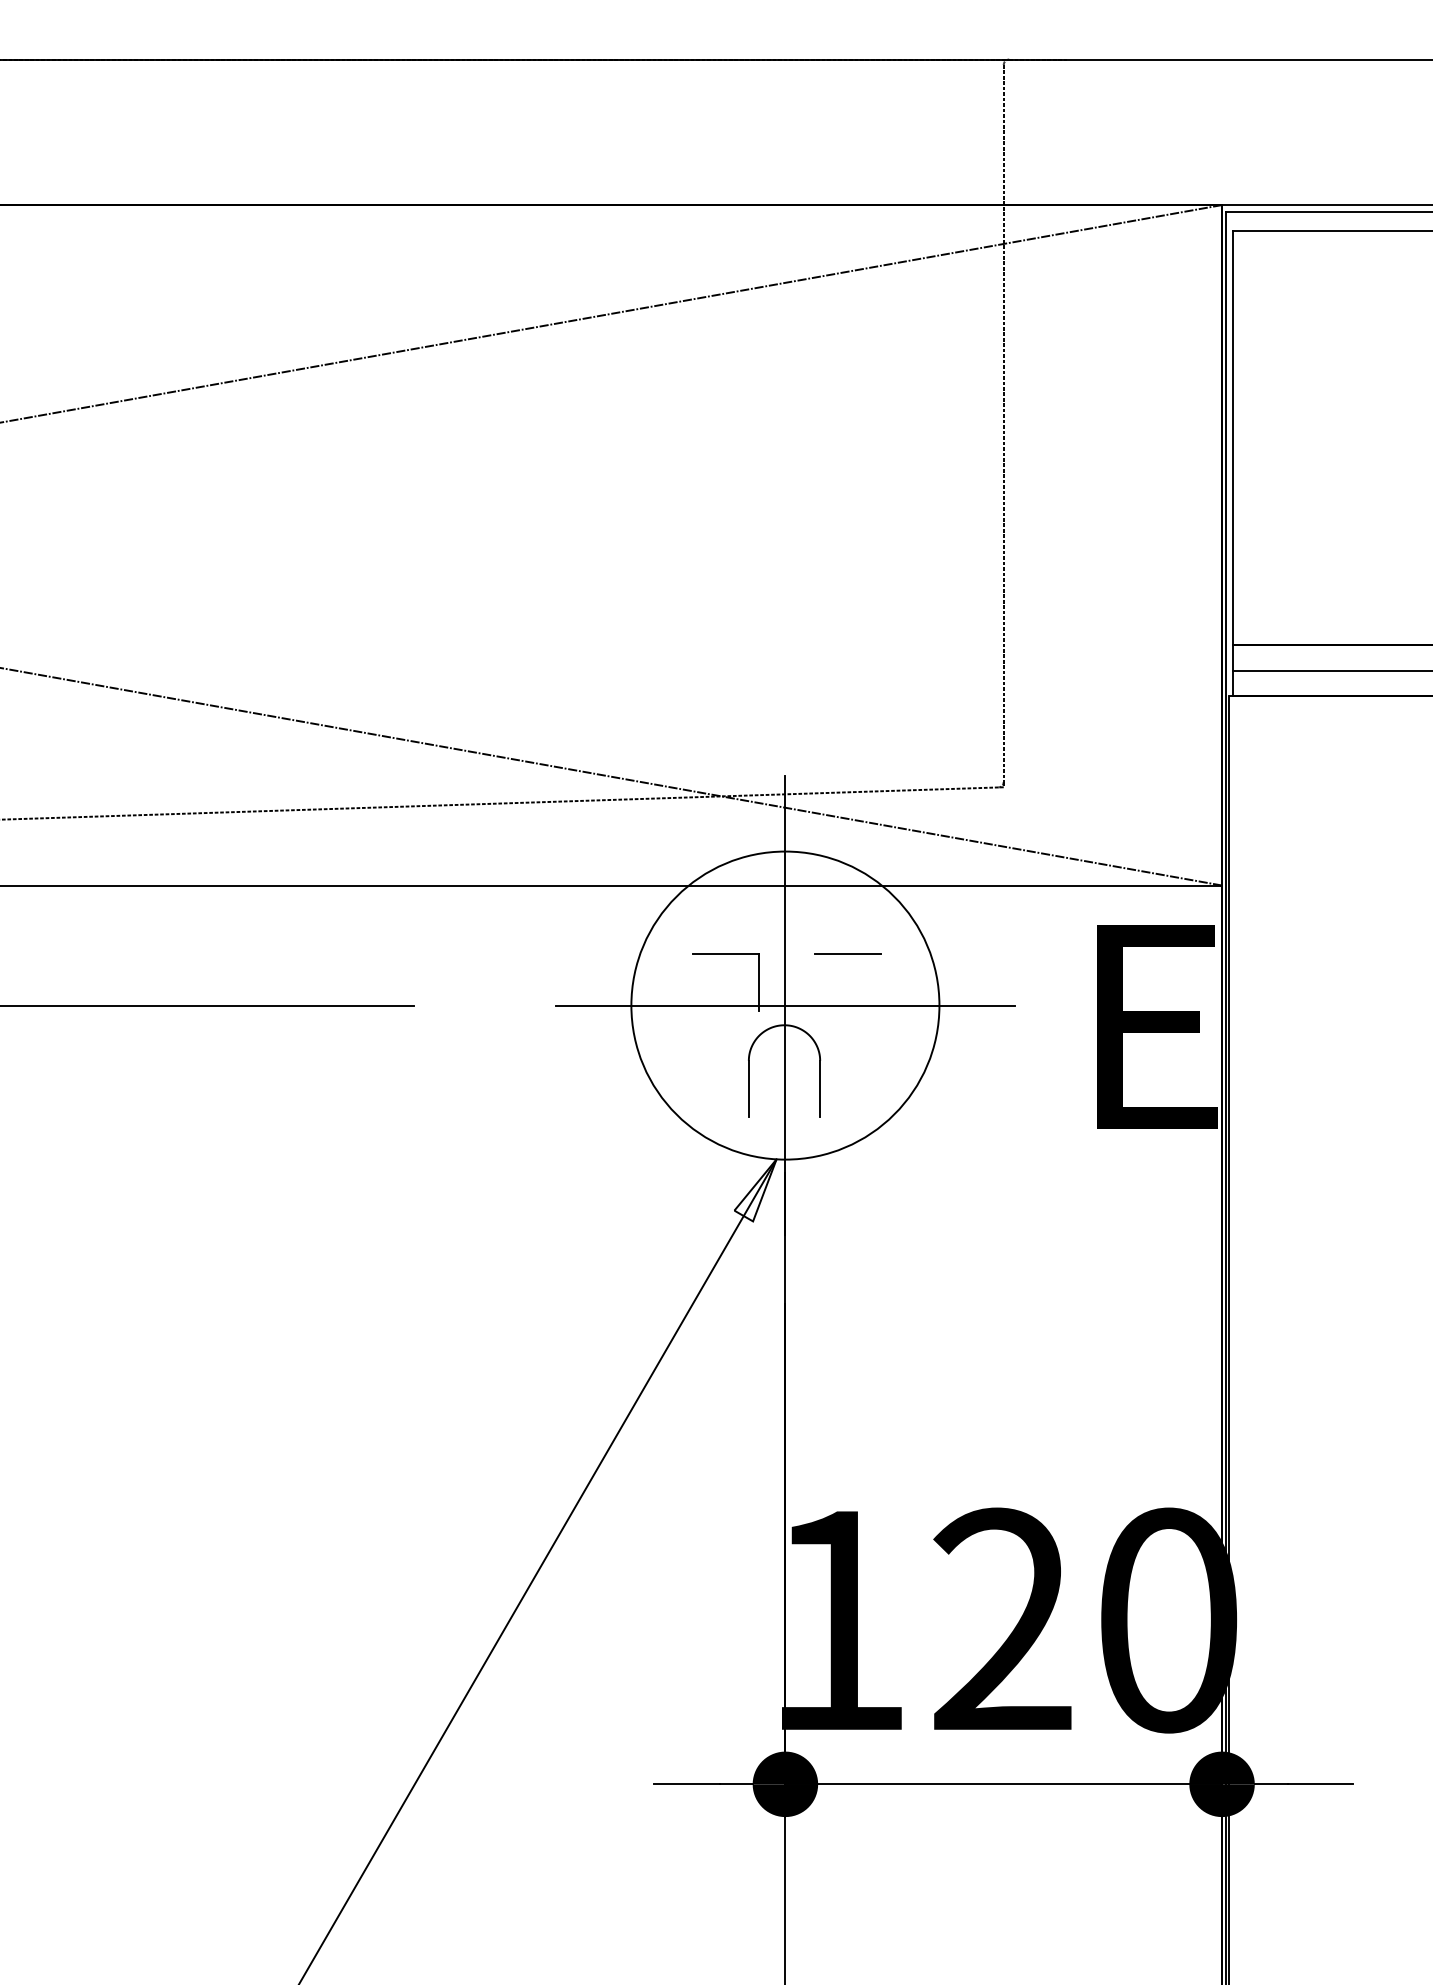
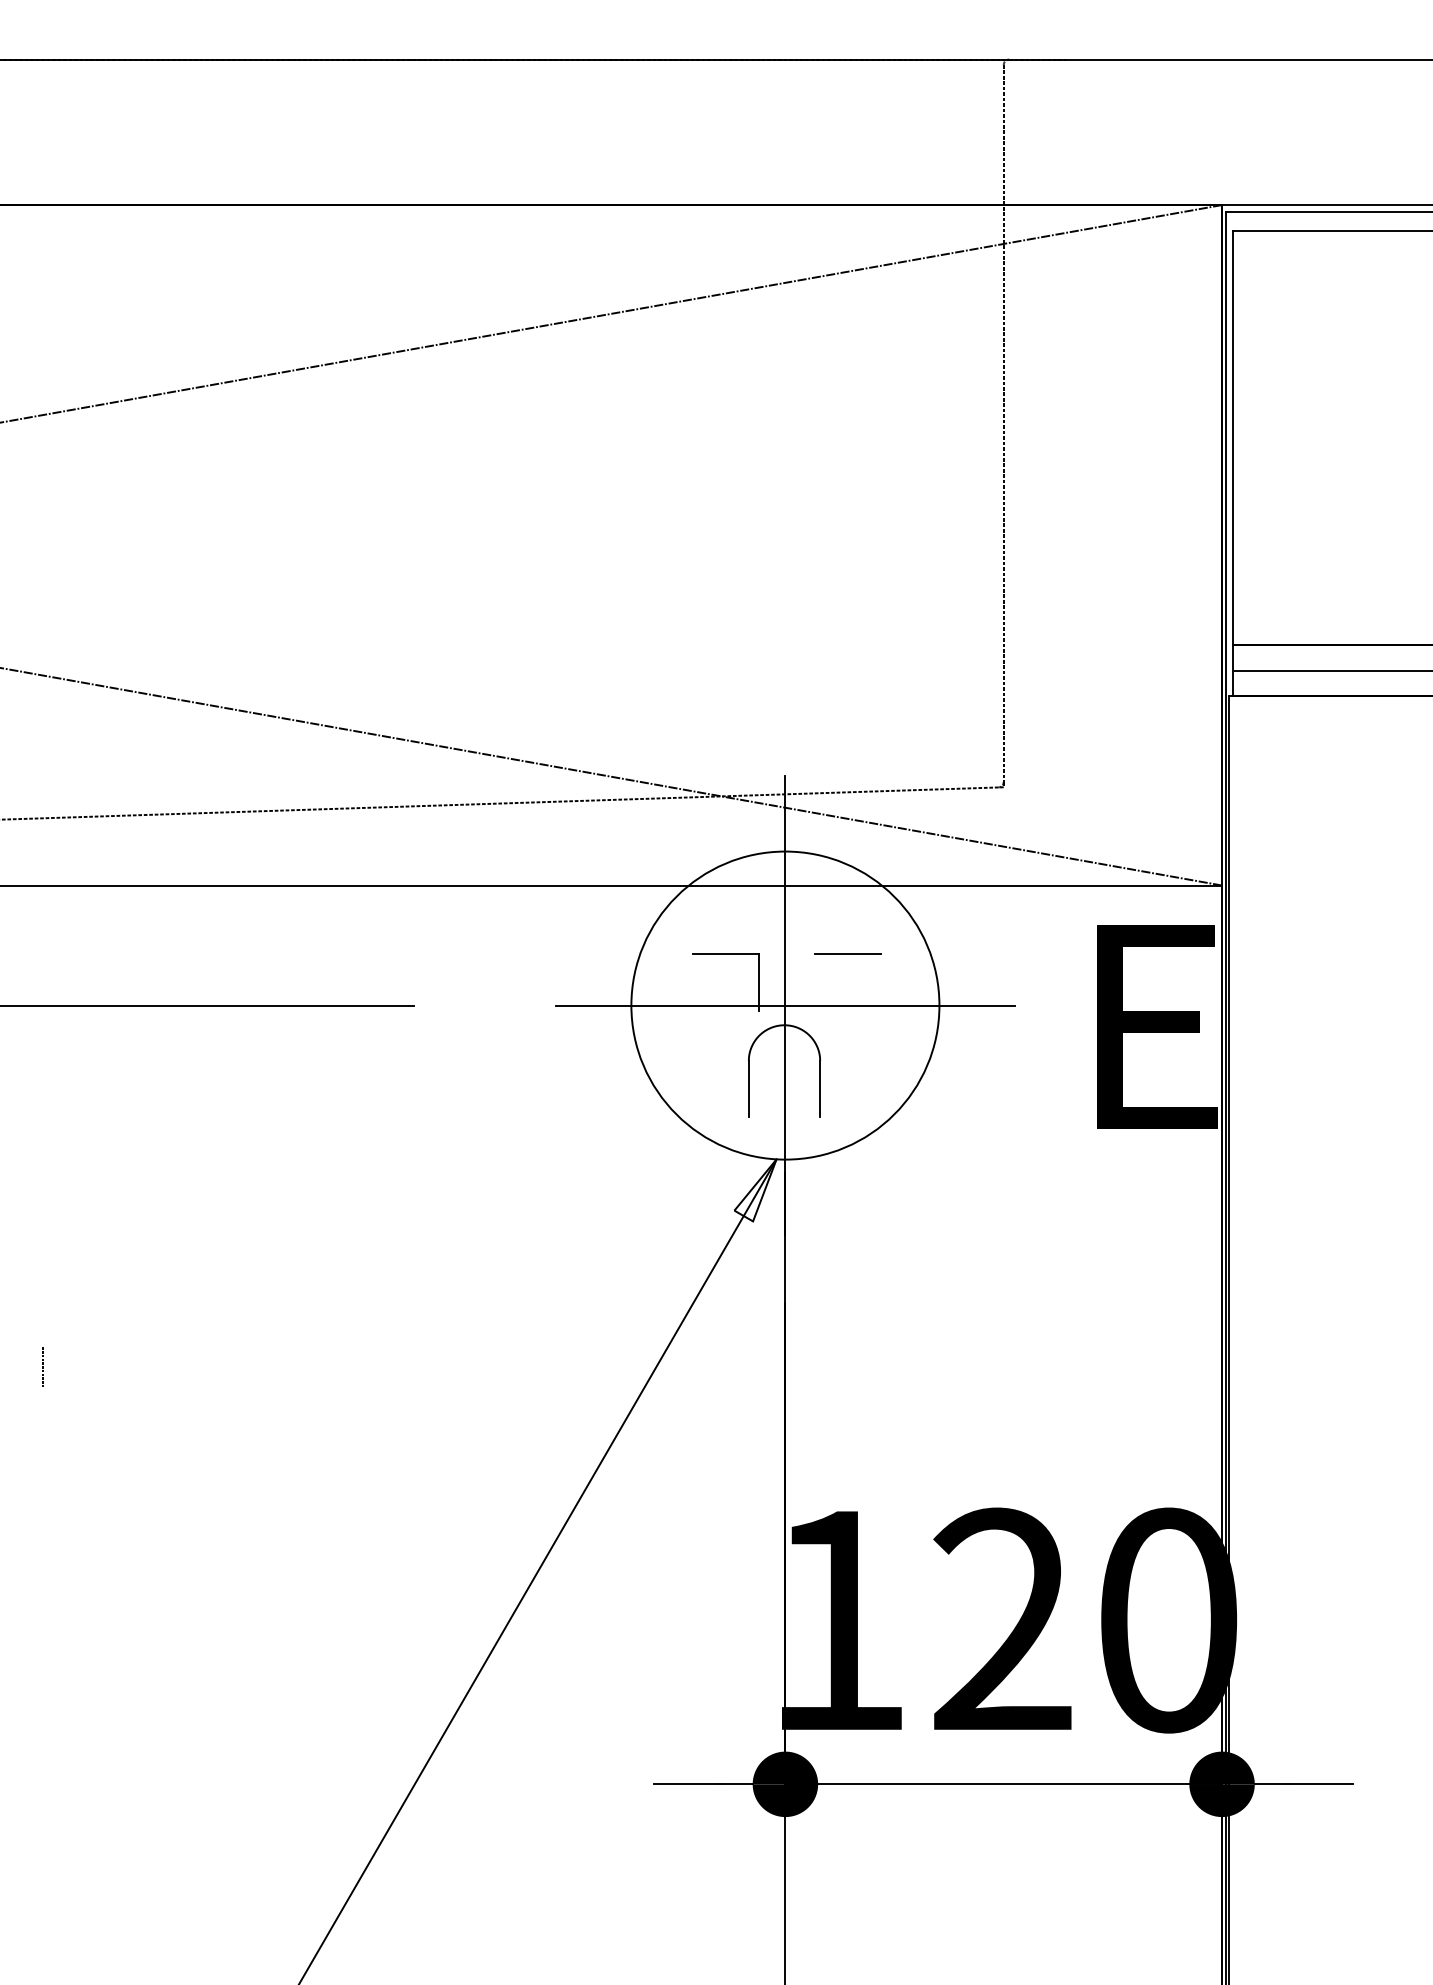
line at (42, 1366): none -> present
